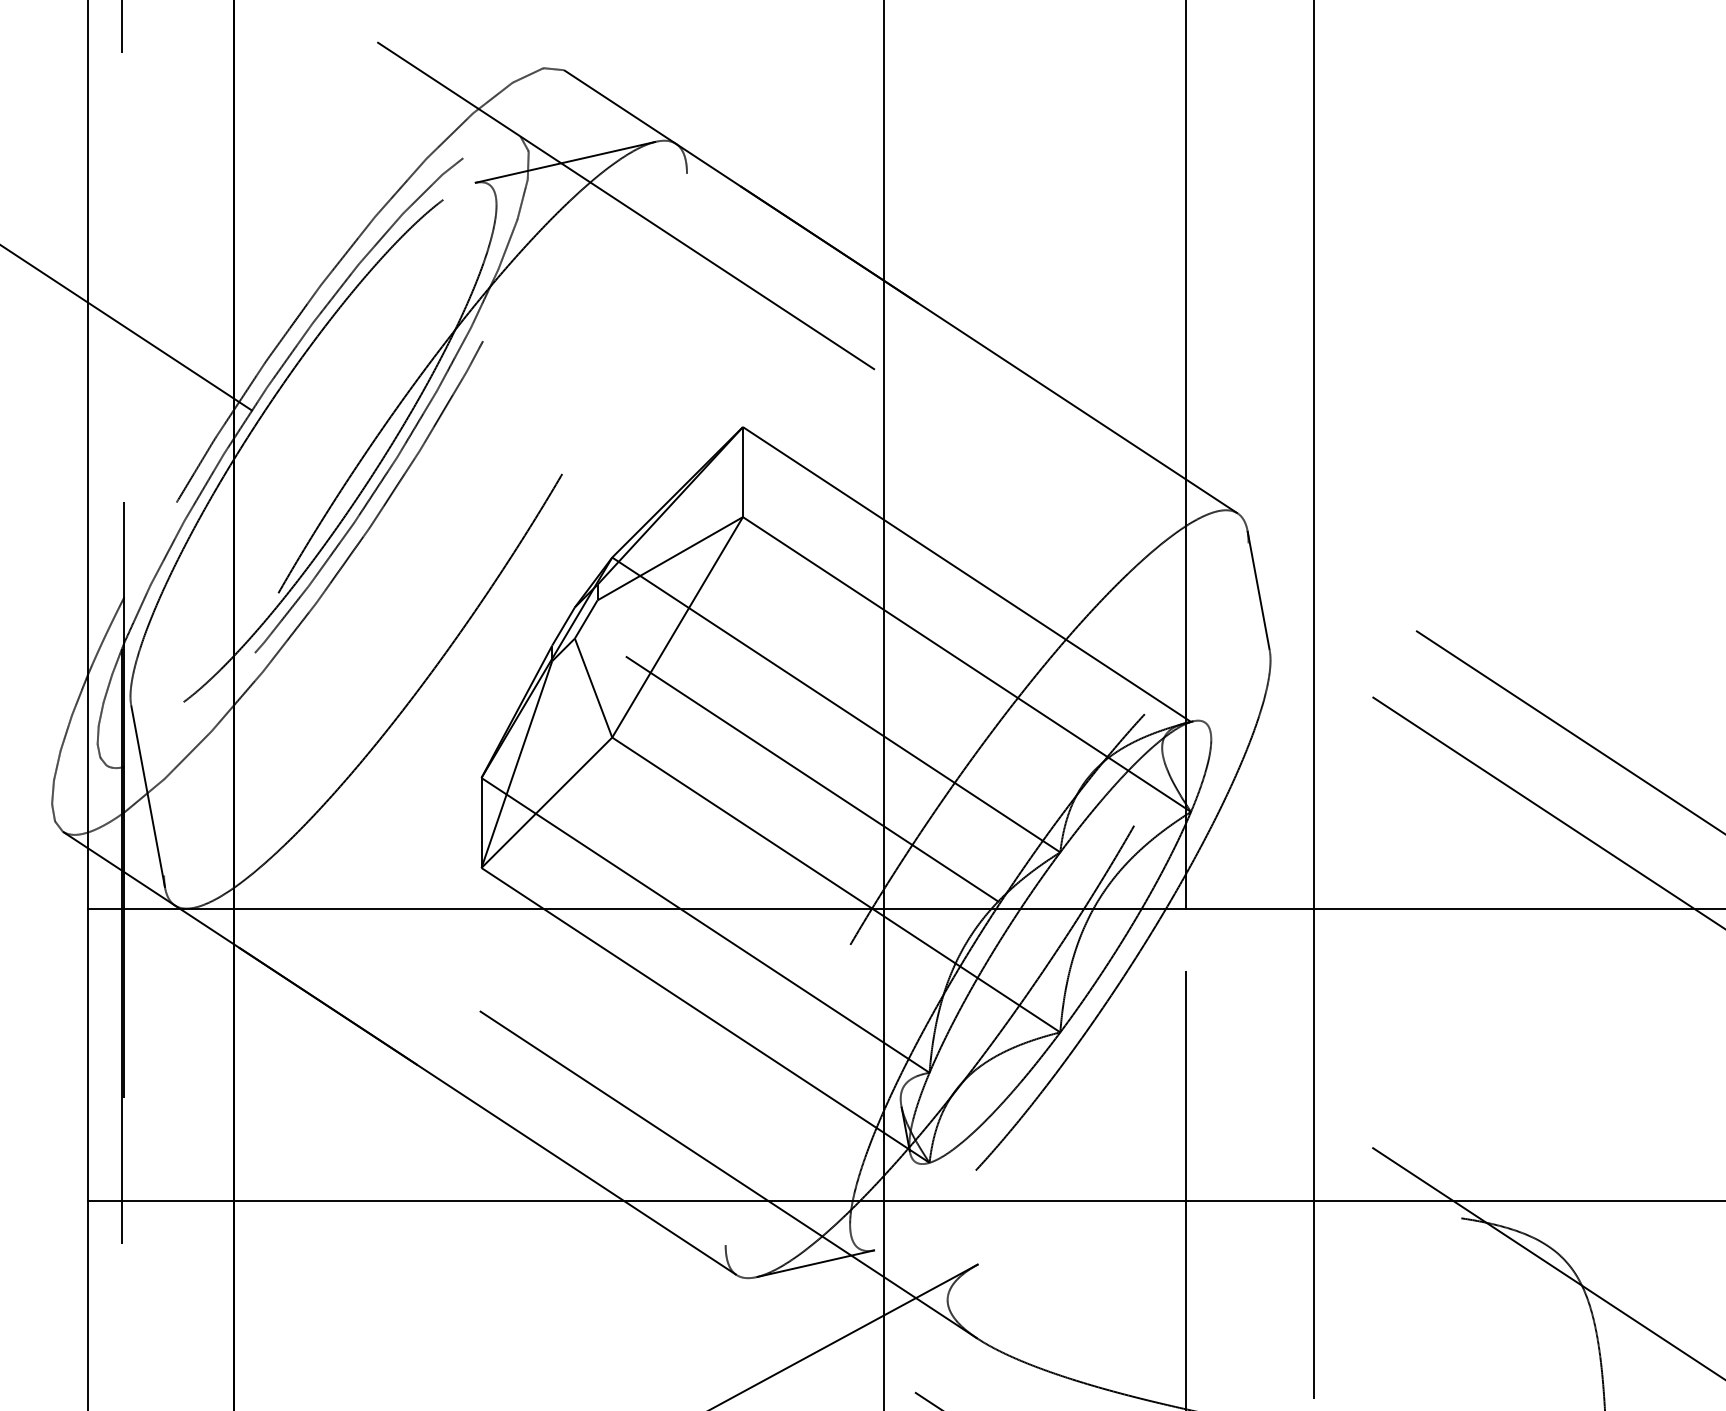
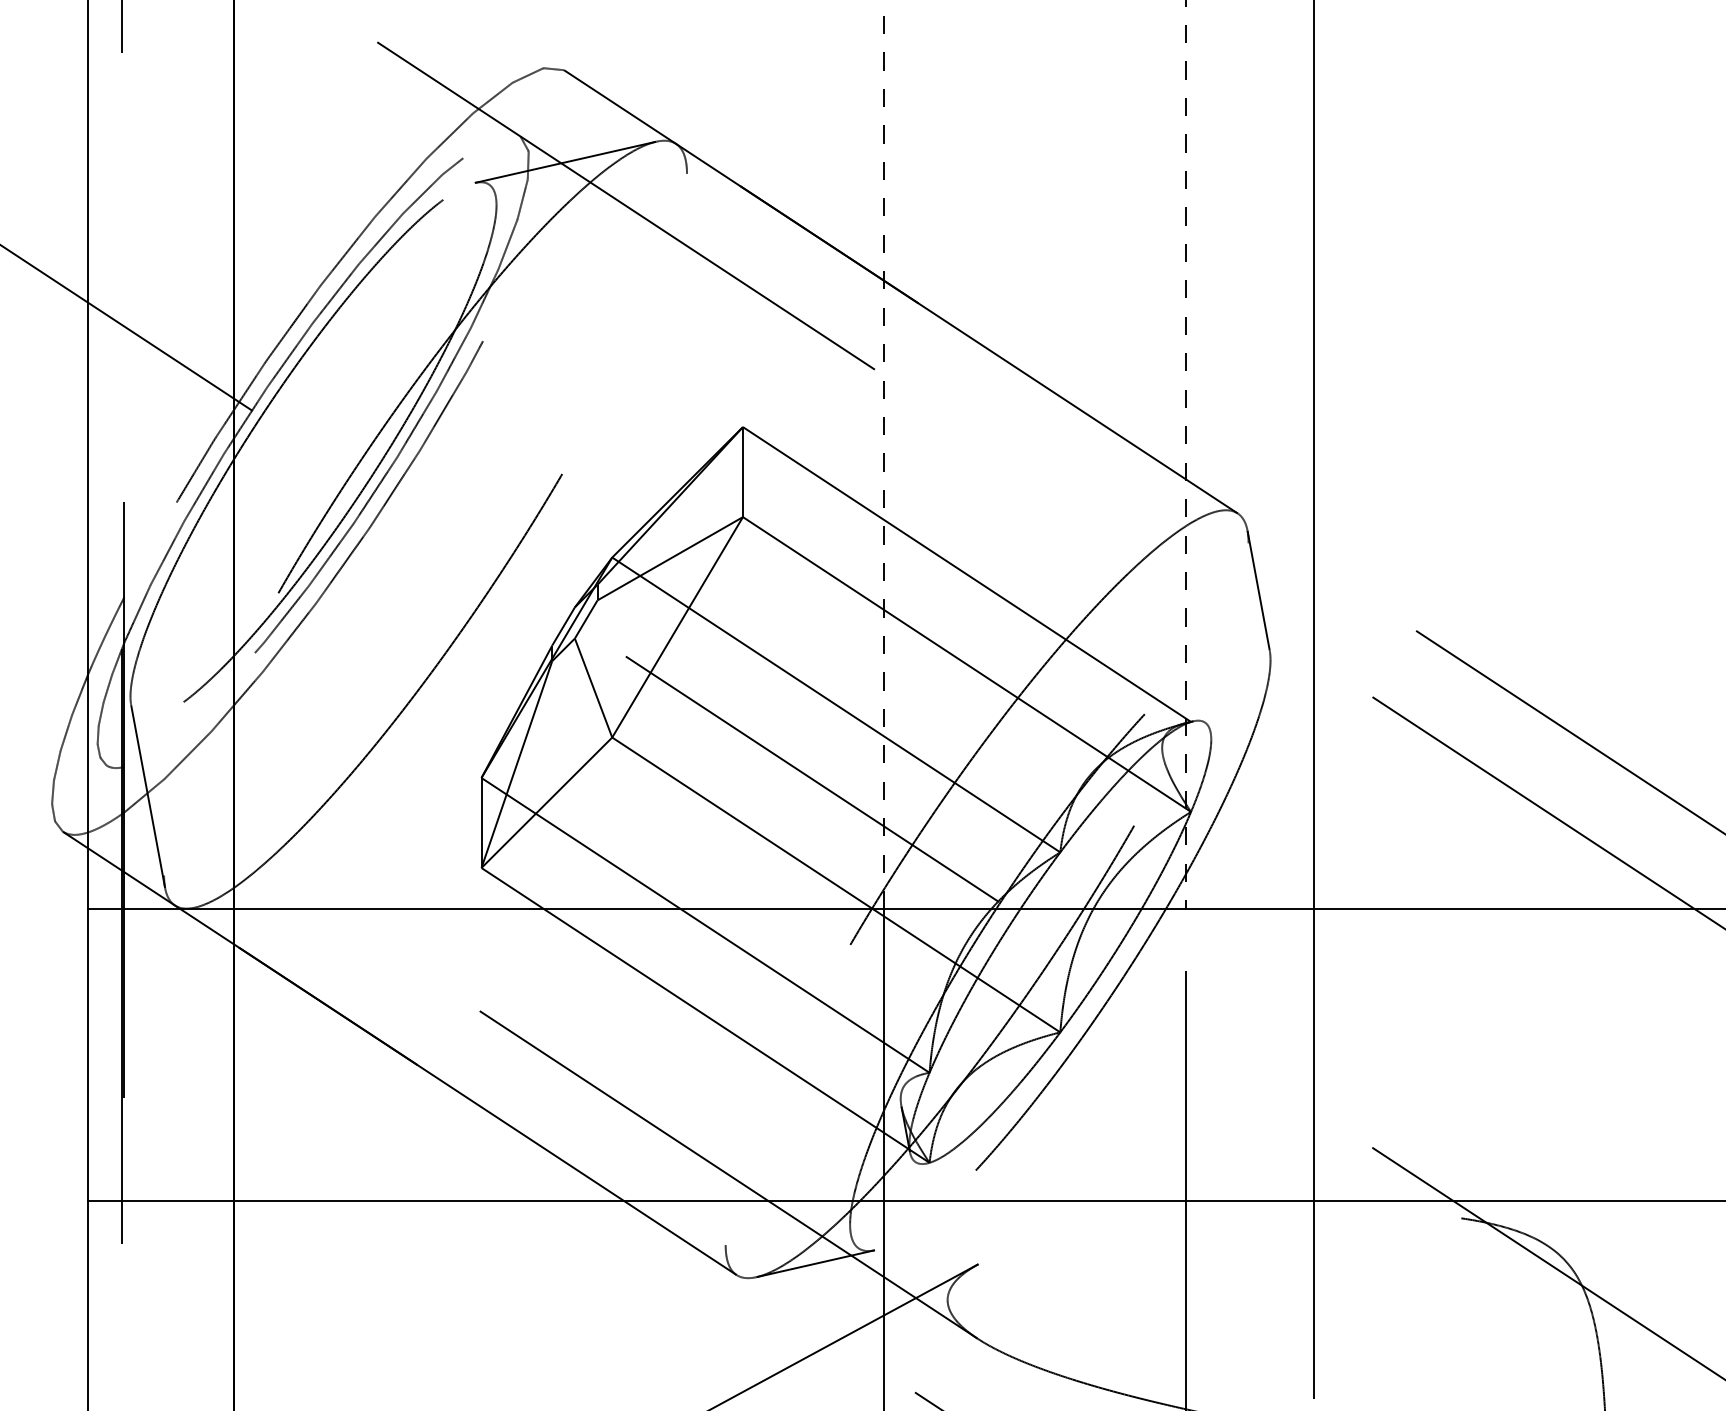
line at (883, 454): solid -> dashed
line at (1186, 455): solid -> dashed
